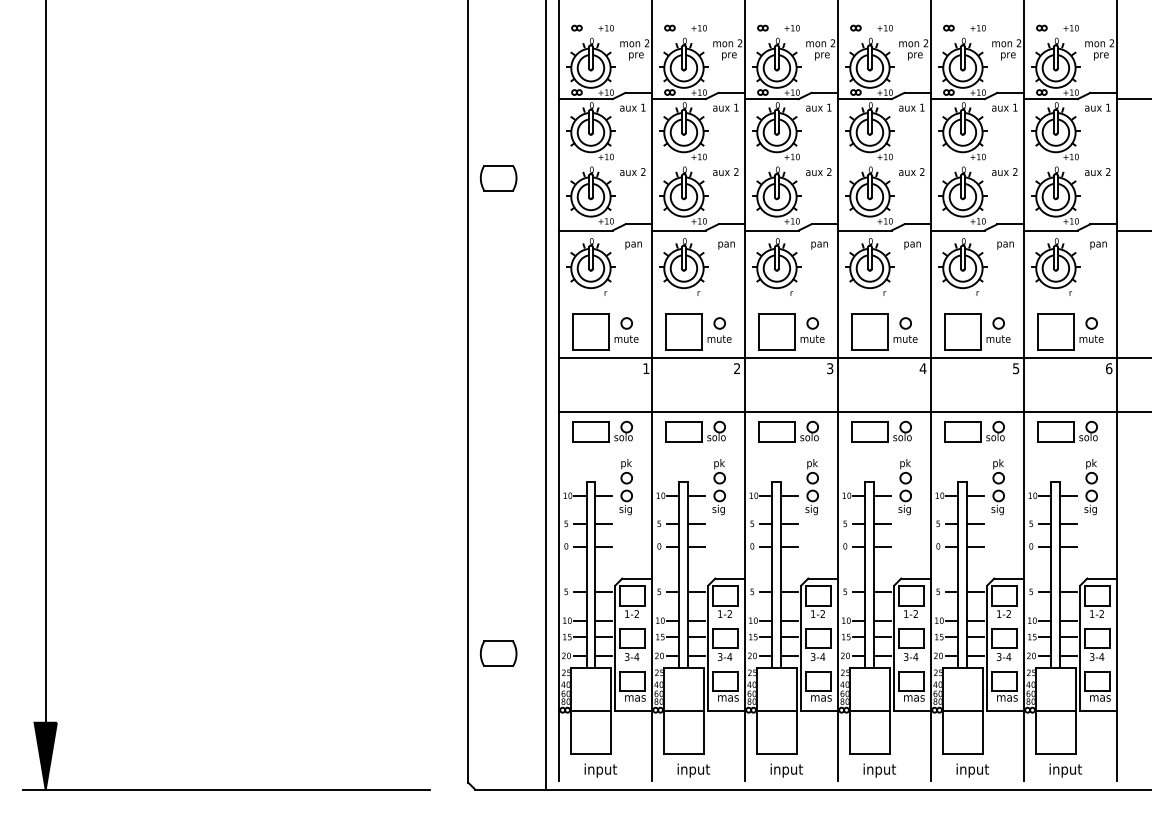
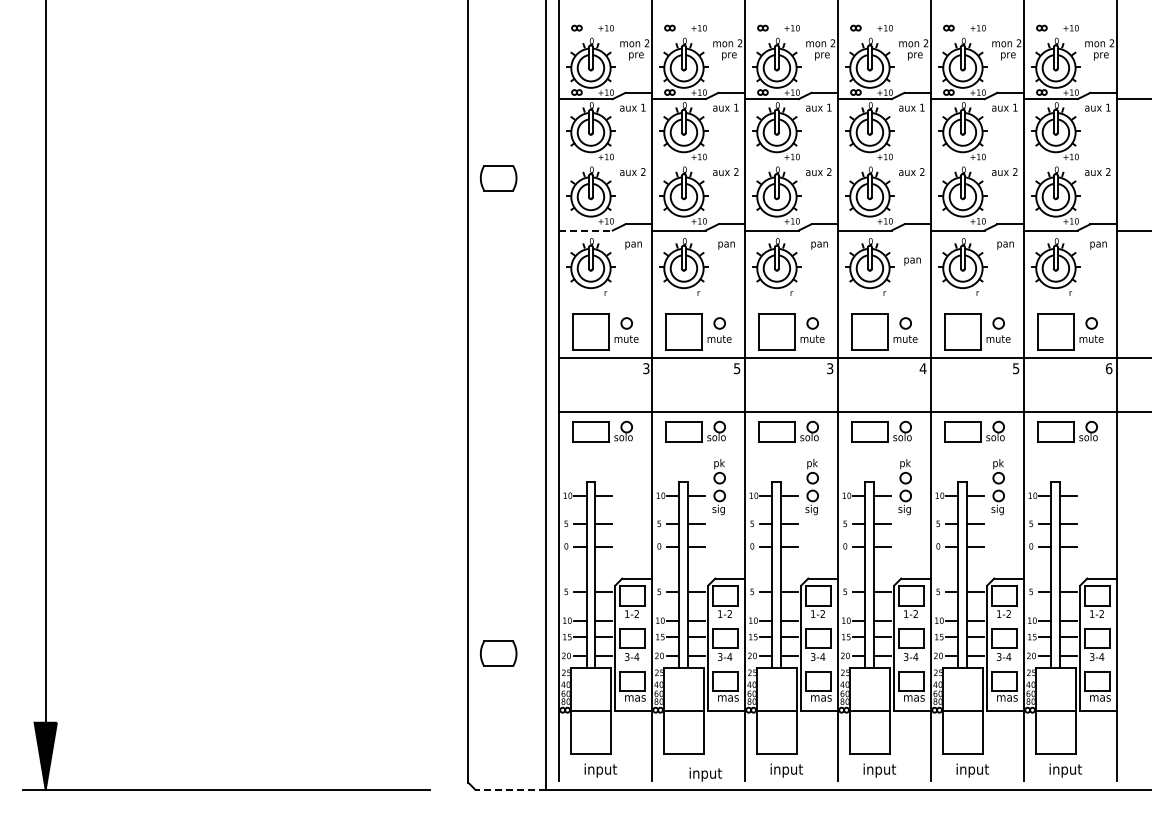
line at (586, 230): solid -> dashed
text at (912, 245) position: (912, 245) -> (912, 261)
text at (646, 368): 1 -> 3
text at (737, 368): 2 -> 5
part at (625, 487): present -> none
part at (1090, 487): present -> none
text at (693, 770) position: (693, 770) -> (705, 774)
line at (510, 789): solid -> dashed
